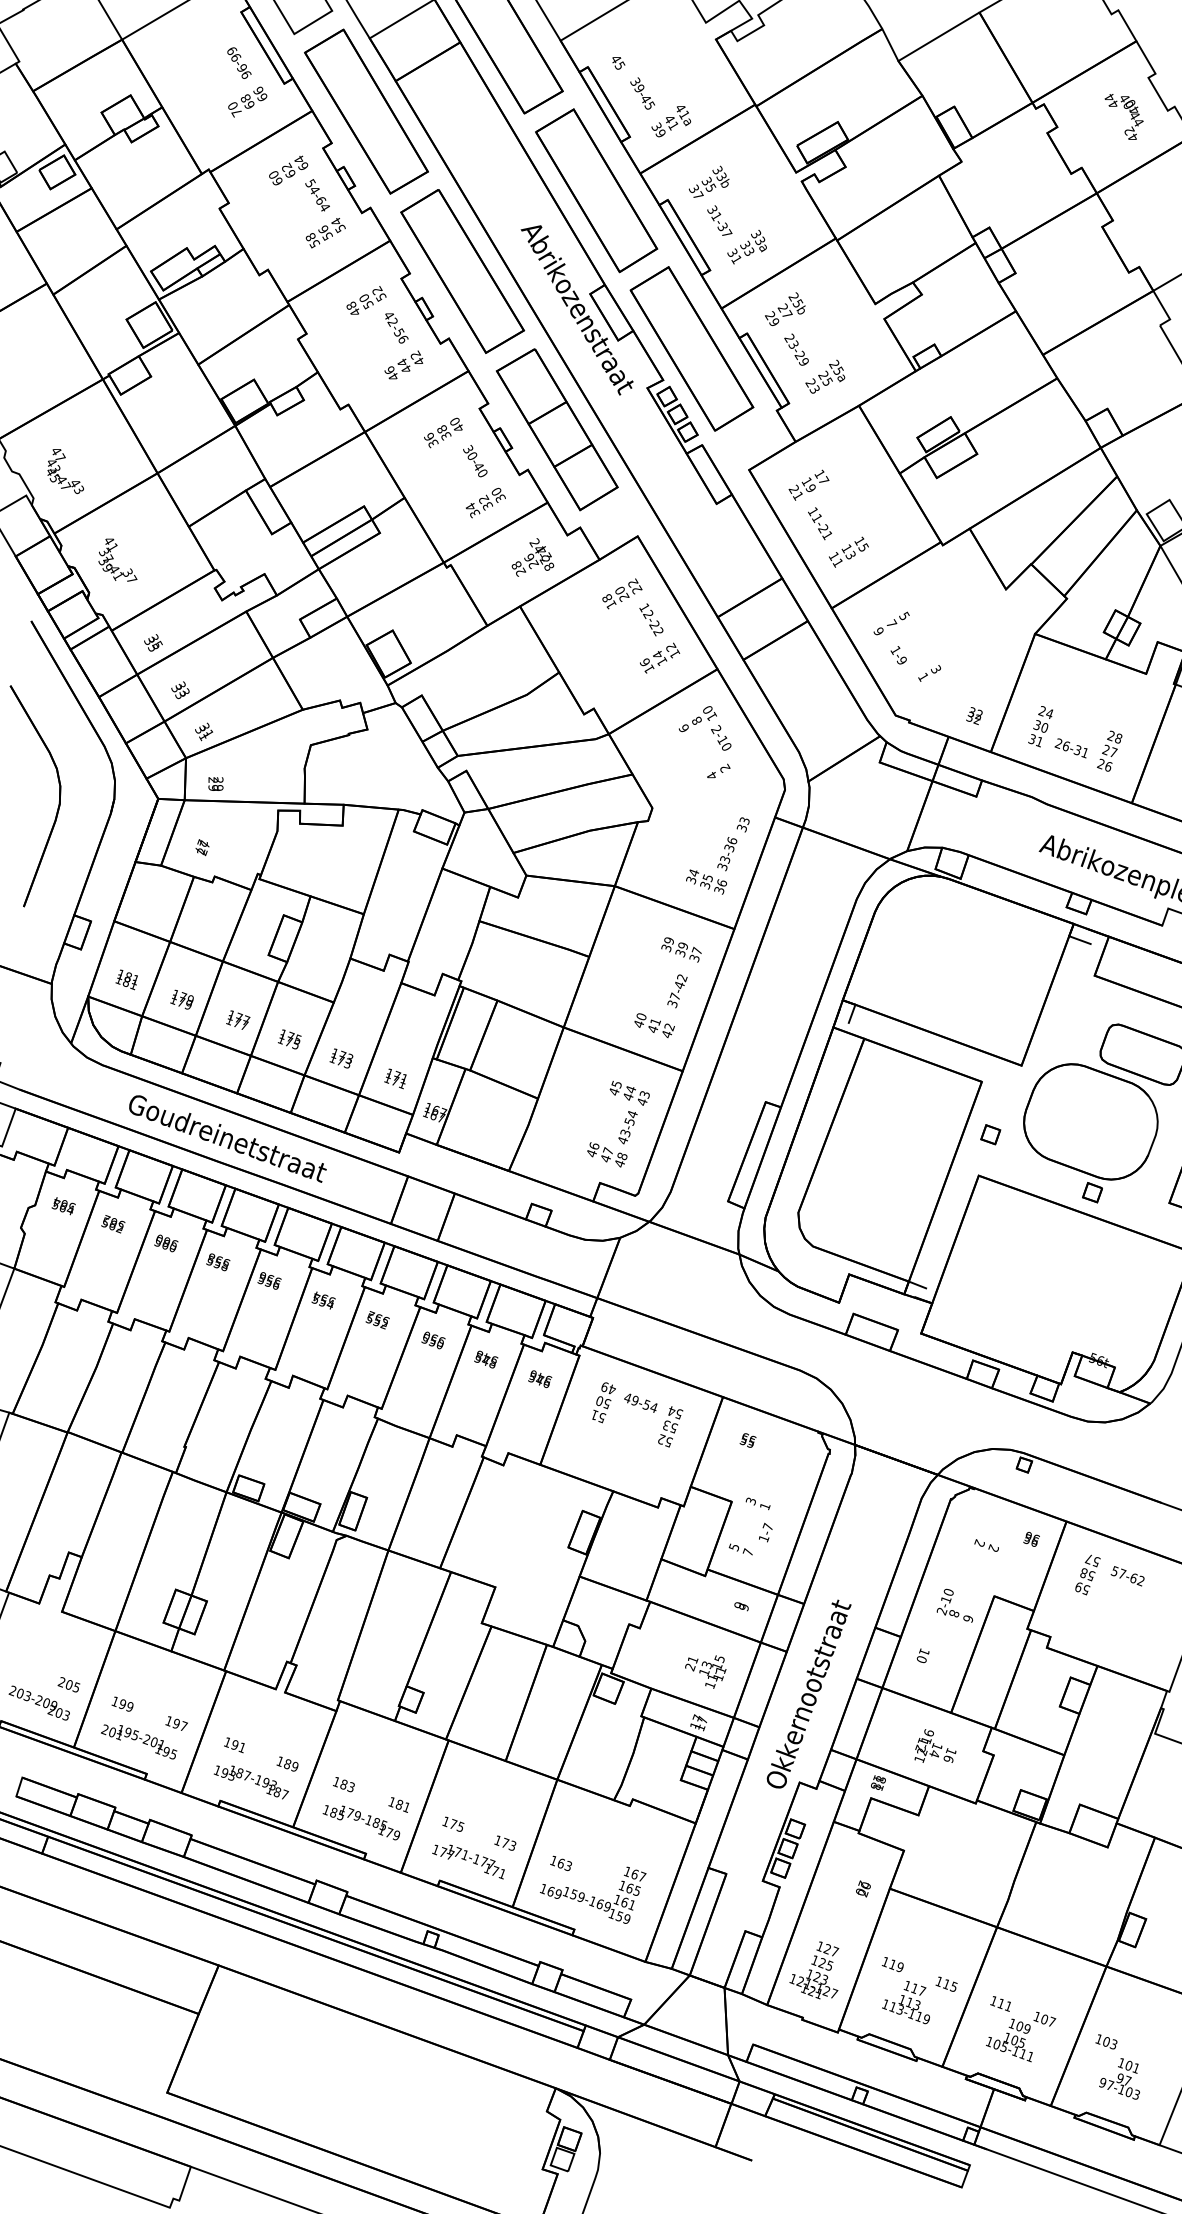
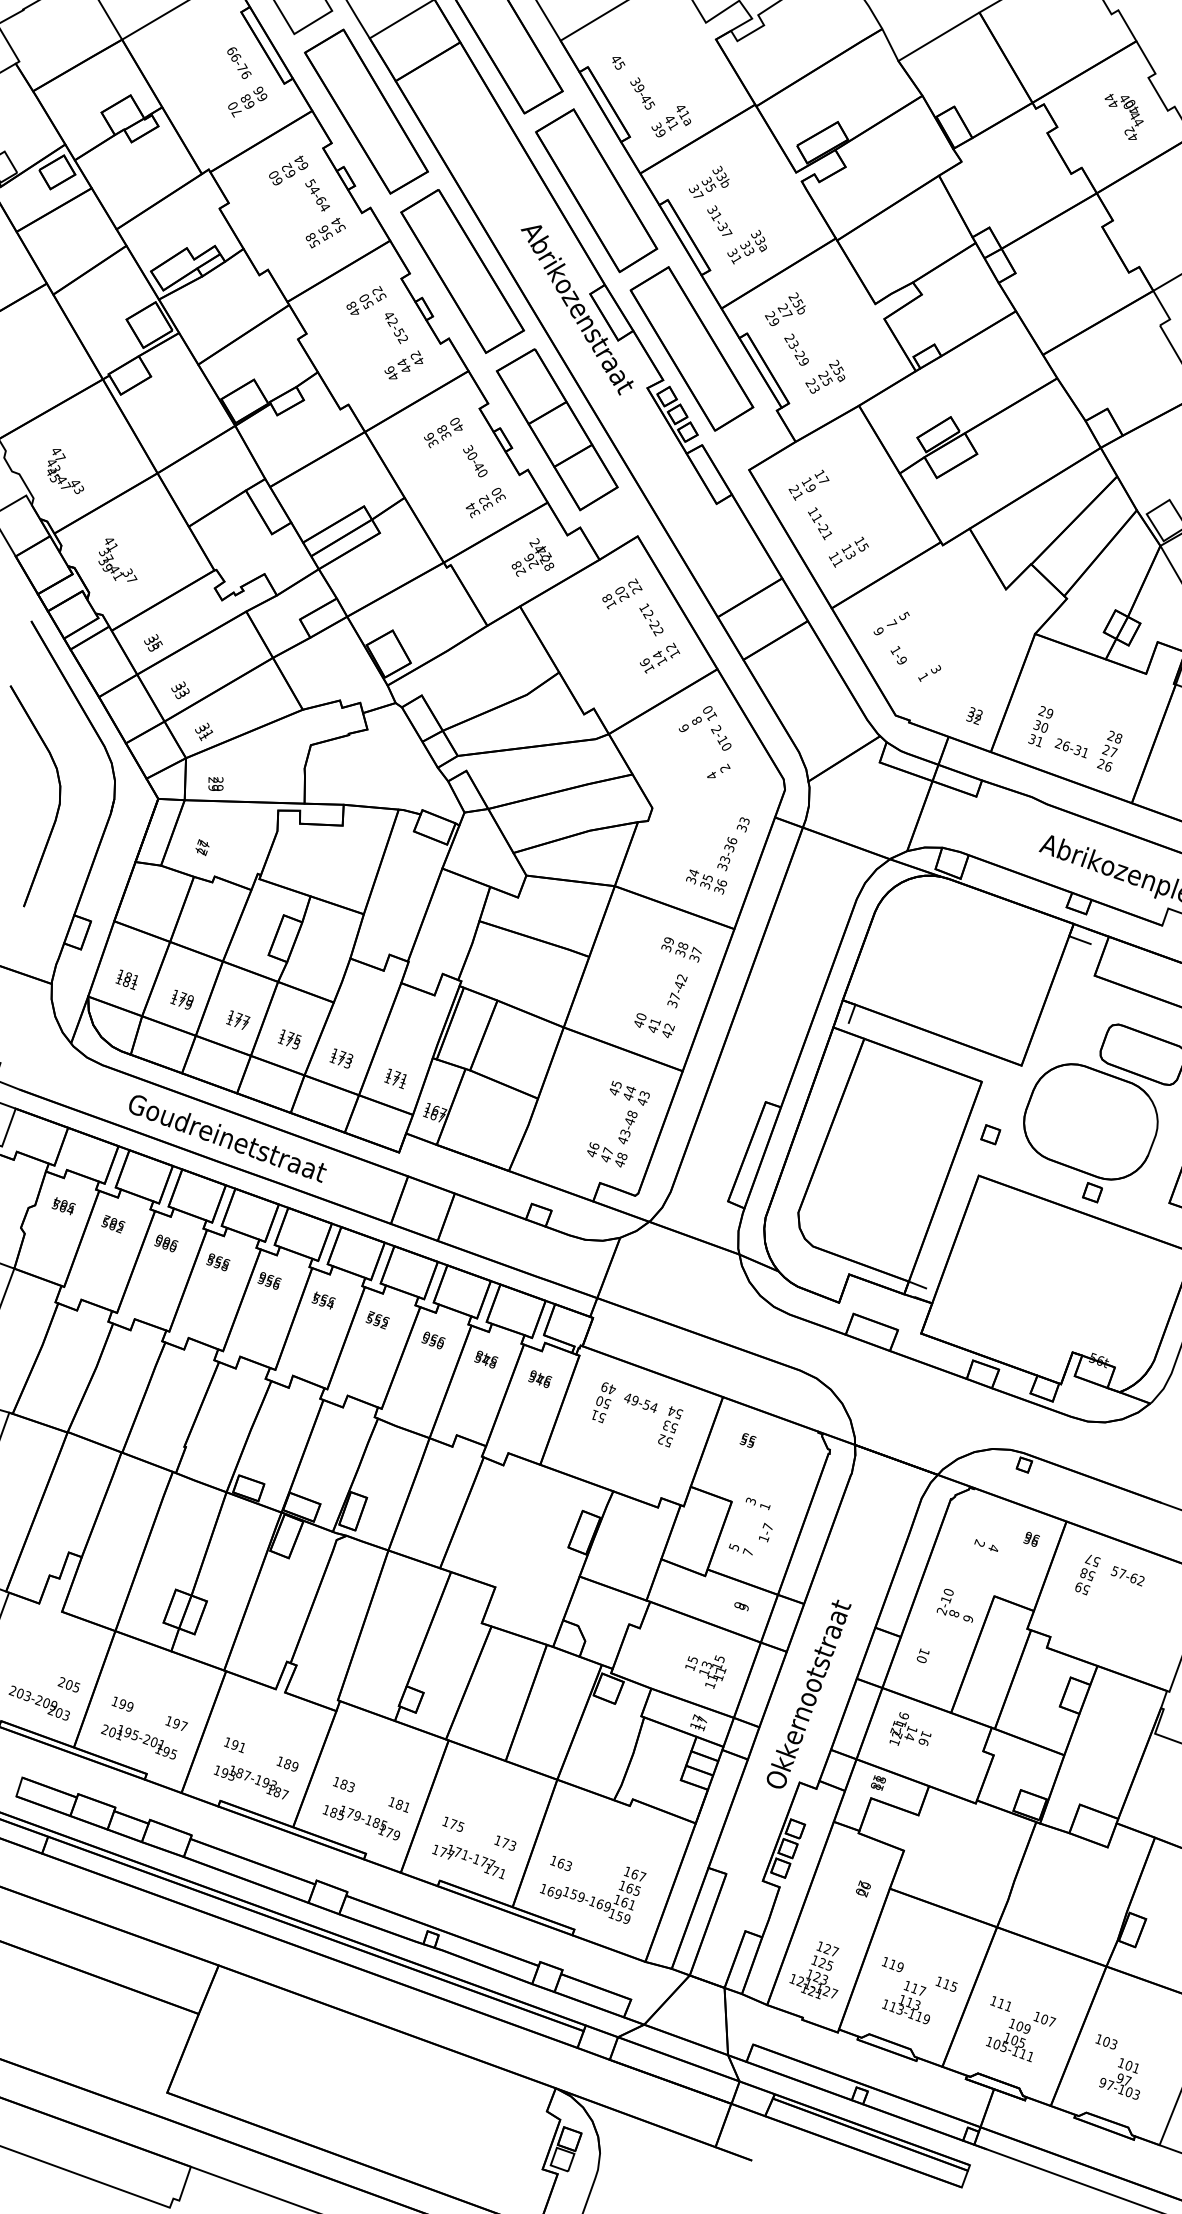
text at (242, 67): 66-96 -> 66-76
text at (402, 339): 42-56 -> 42-52
text at (1049, 713): 24 -> 29
text at (683, 945): 39 -> 38
text at (630, 1117): 43-54 -> 43-48
text at (993, 1547): 2 -> 4
text at (691, 1663): 21 -> 15
text at (935, 1745) position: (935, 1745) -> (910, 1728)
